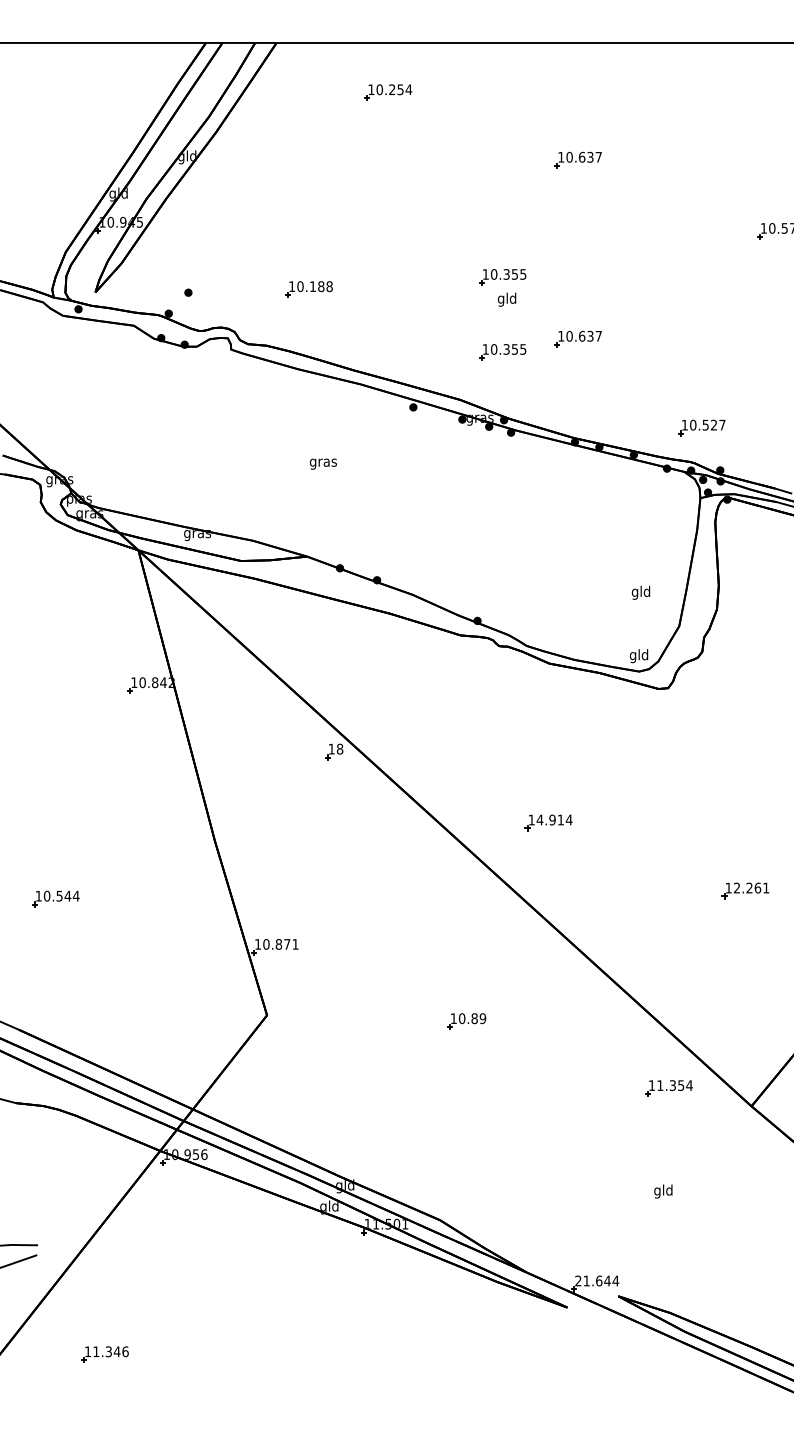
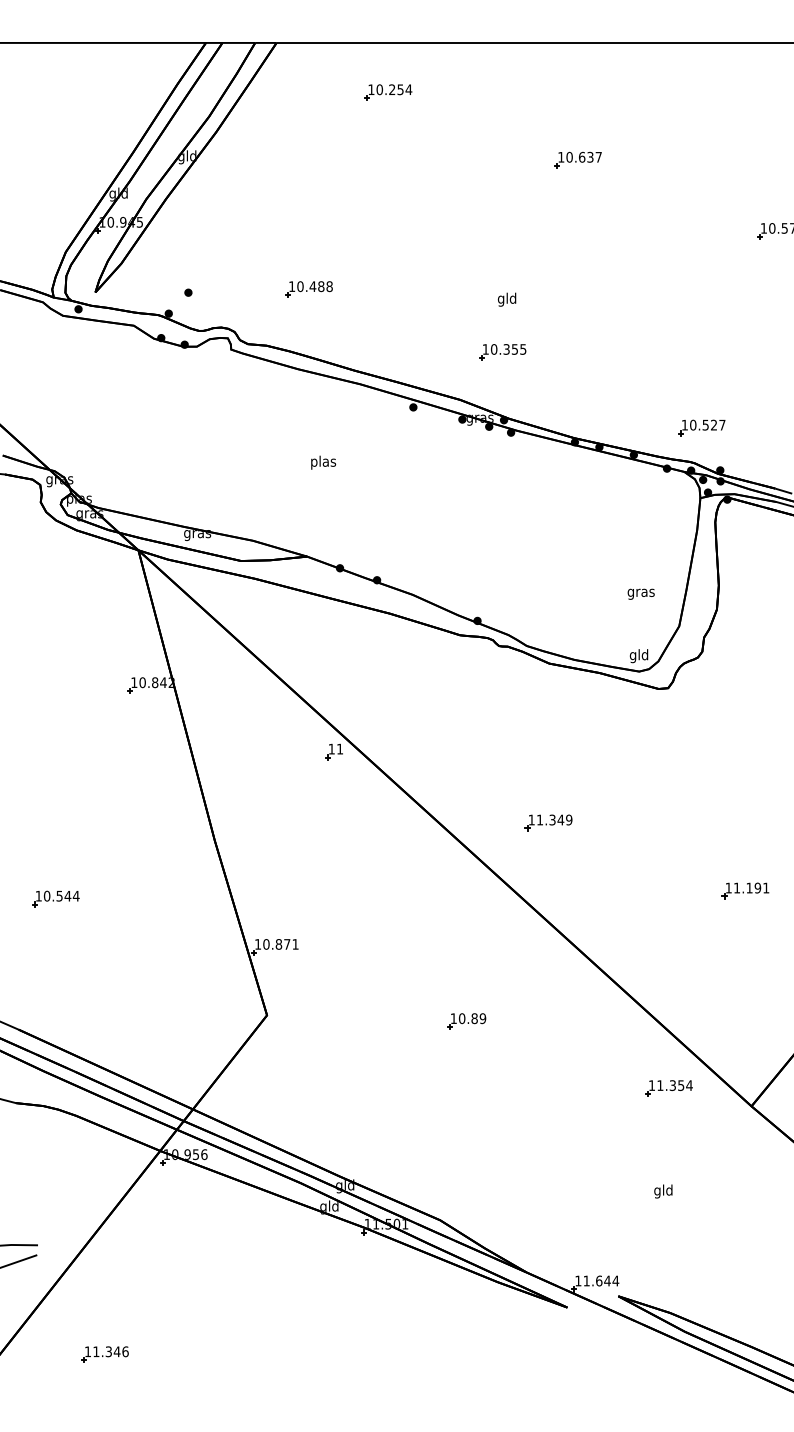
part at (502, 277): present -> none
text at (312, 286): 10.188 -> 10.488
part at (577, 338): present -> none
text at (322, 462): gras -> plas
text at (640, 592): gld -> gras
text at (339, 748): 18 -> 11
text at (554, 819): 14.914 -> 11.349
text at (747, 887): 12.261 -> 11.191
text at (578, 1280): 21.644 -> 11.644
